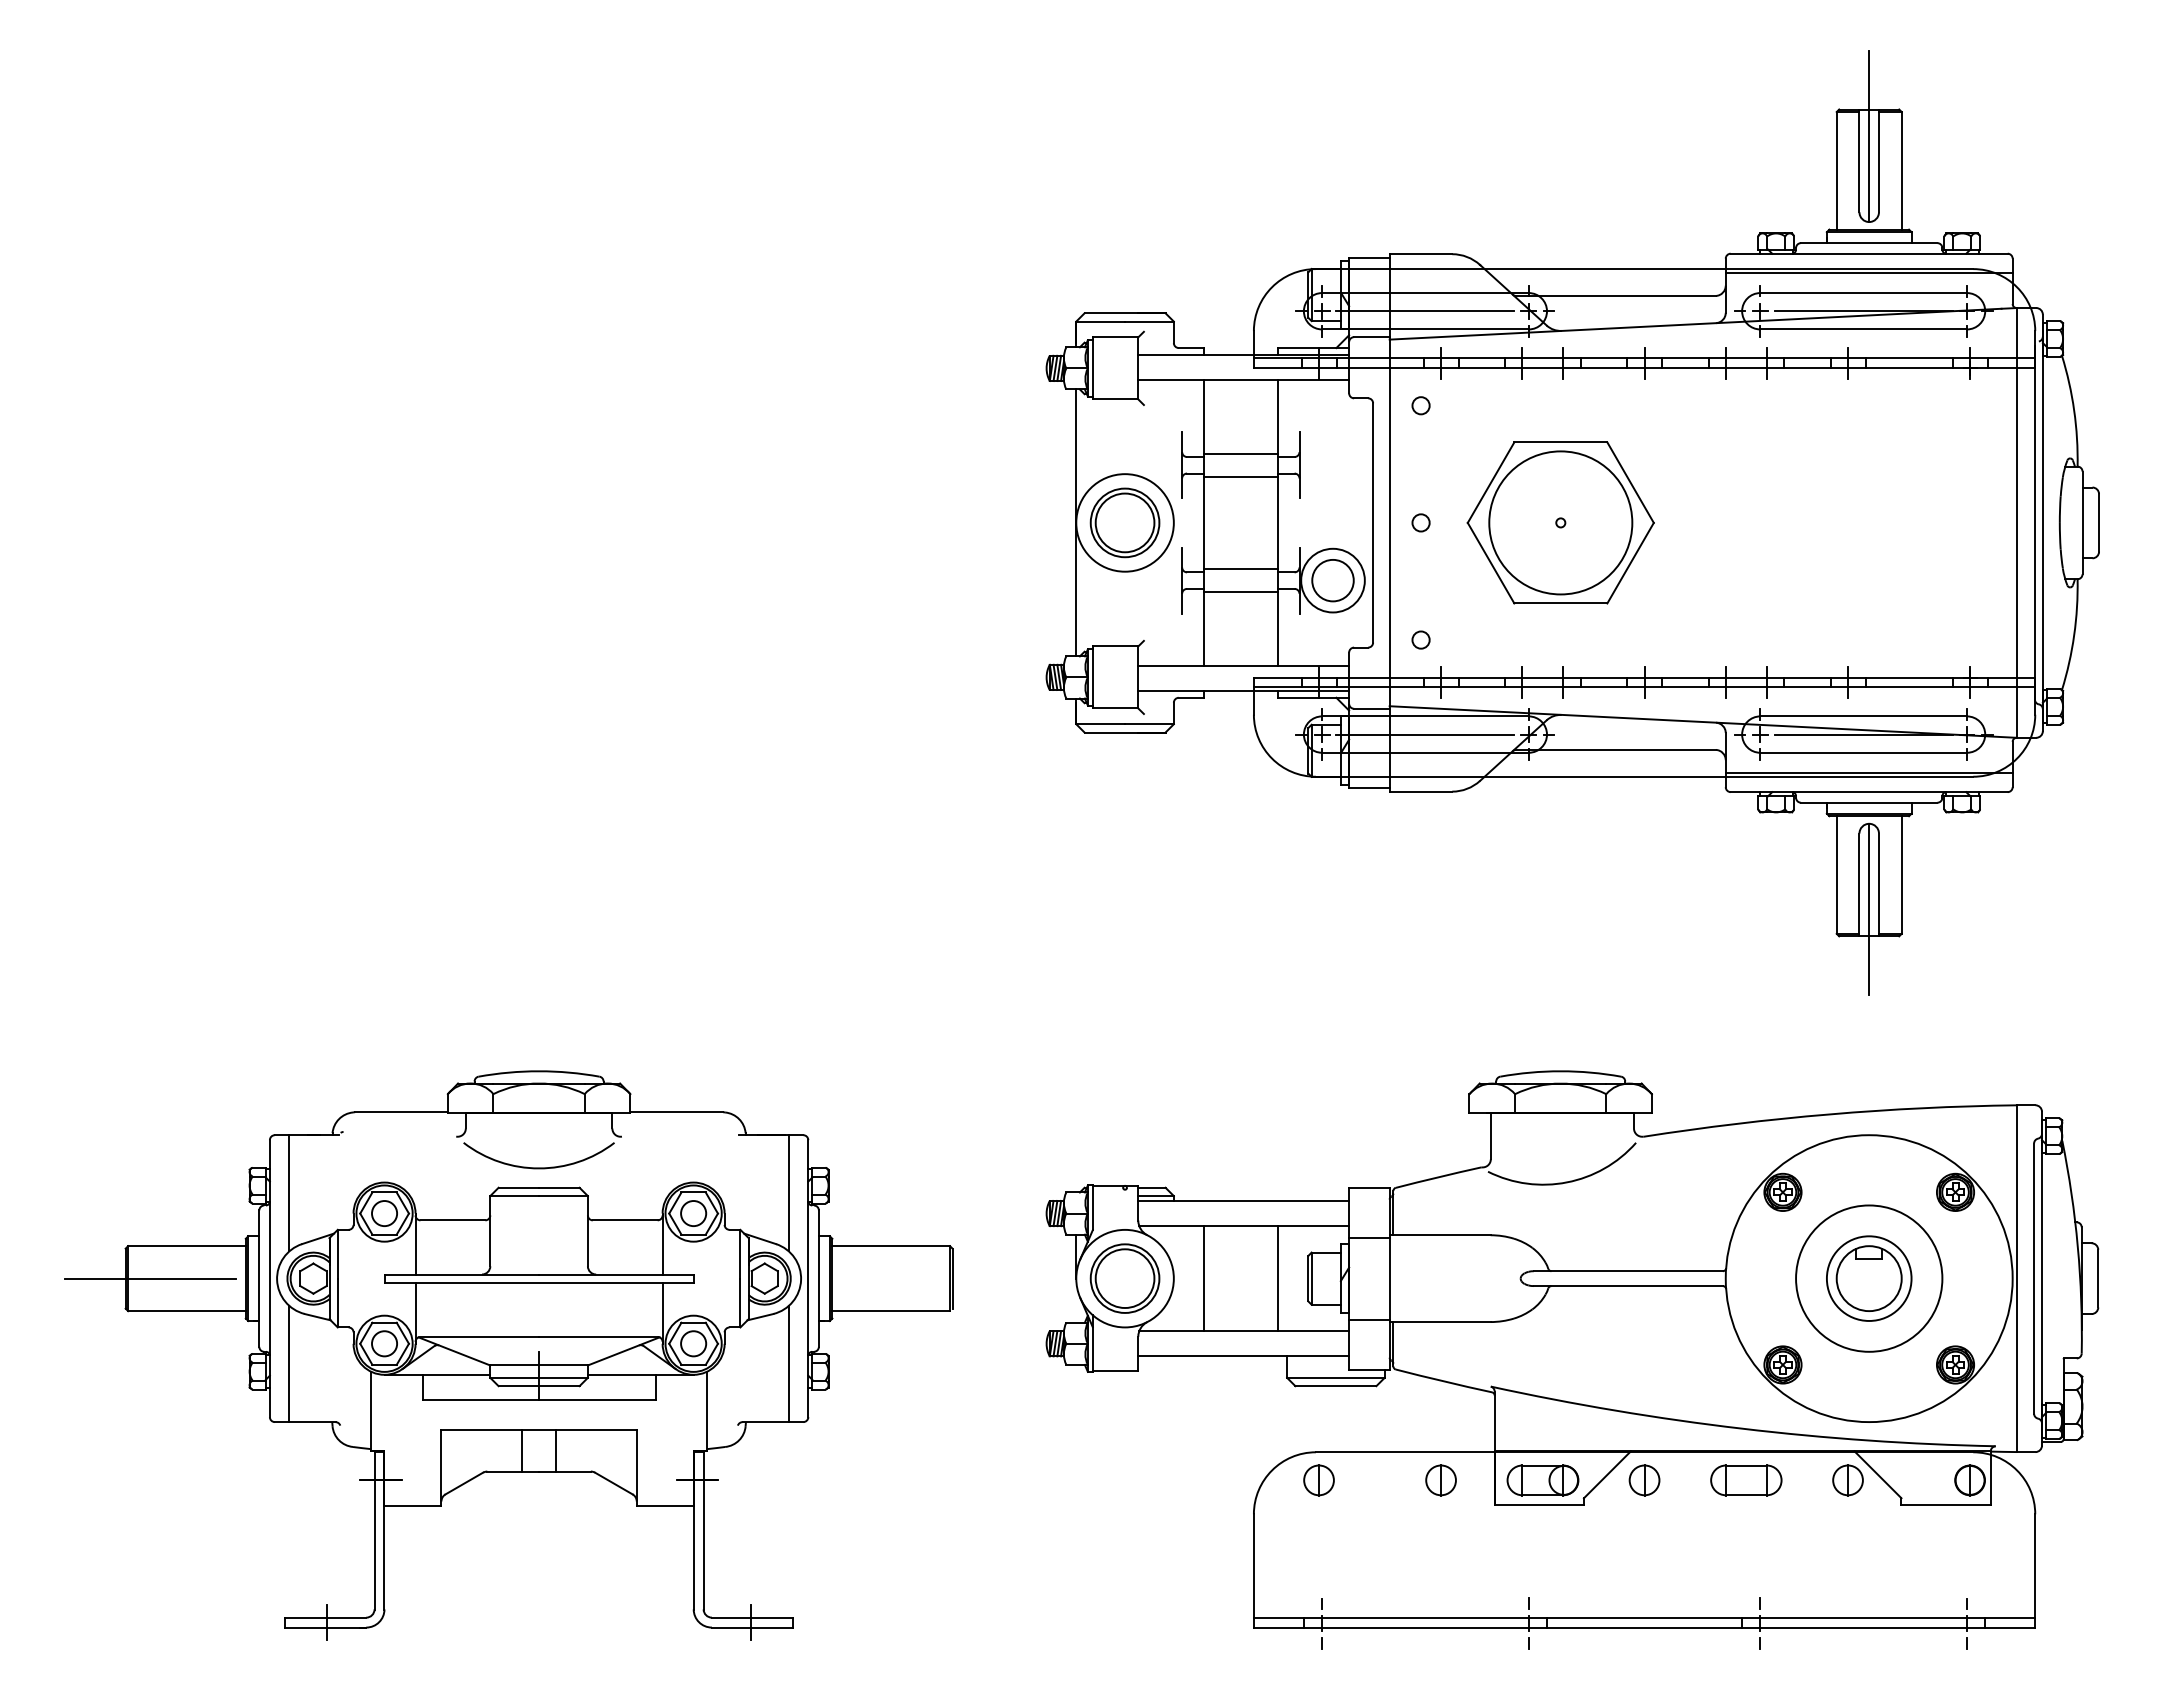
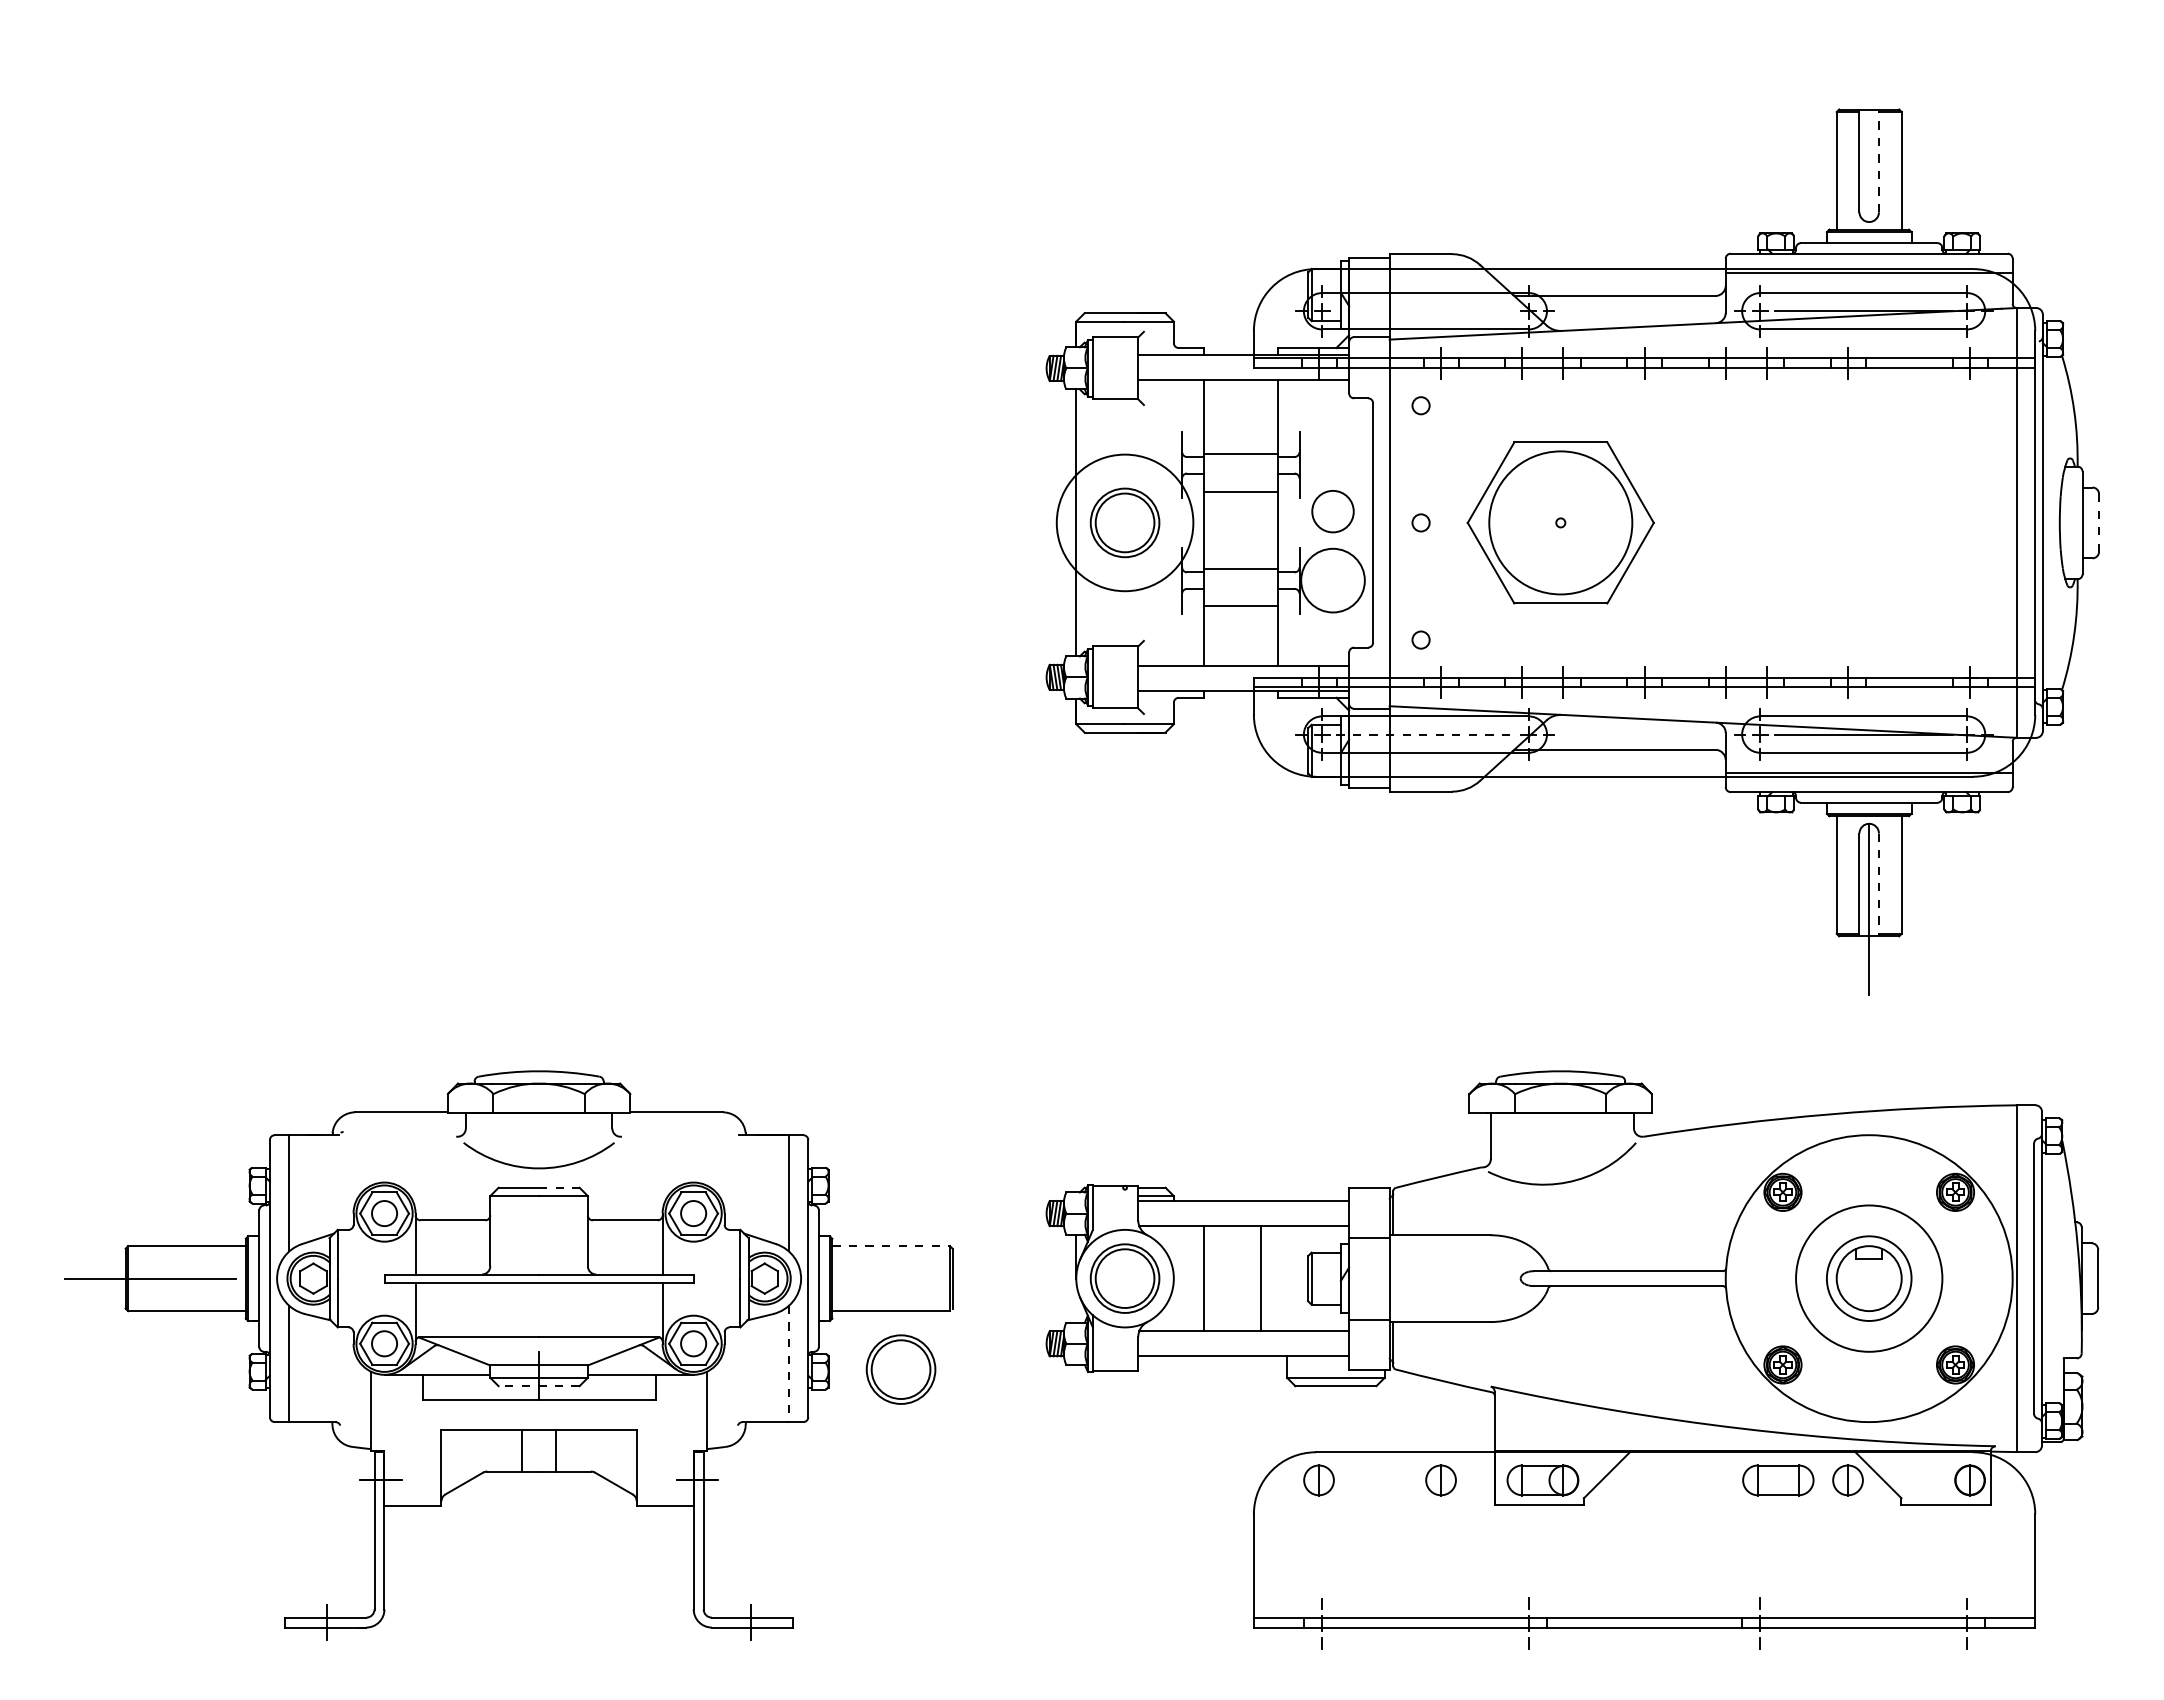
line at (1869, 135): present -> none
line at (1878, 160): solid -> dashed
line at (1424, 311): present -> none
line at (1240, 476) position: (1240, 476) -> (1240, 491)
circle at (1124, 522) diameter: 98 px -> 137 px
line at (2099, 522): solid -> dashed
circle at (1332, 580) position: (1332, 580) -> (1332, 511)
line at (1240, 591) position: (1240, 591) -> (1240, 605)
line at (1425, 734): solid -> dashed
line at (1878, 885): solid -> dashed
line at (559, 1187): solid -> dashed
line at (891, 1246): solid -> dashed
line at (1278, 1278) position: (1278, 1278) -> (1261, 1278)
line at (788, 1364): solid -> dashed
part at (900, 1369): none -> present
line at (539, 1386): solid -> dashed
part at (1644, 1480): present -> none
part at (1746, 1480) position: (1746, 1480) -> (1778, 1480)
